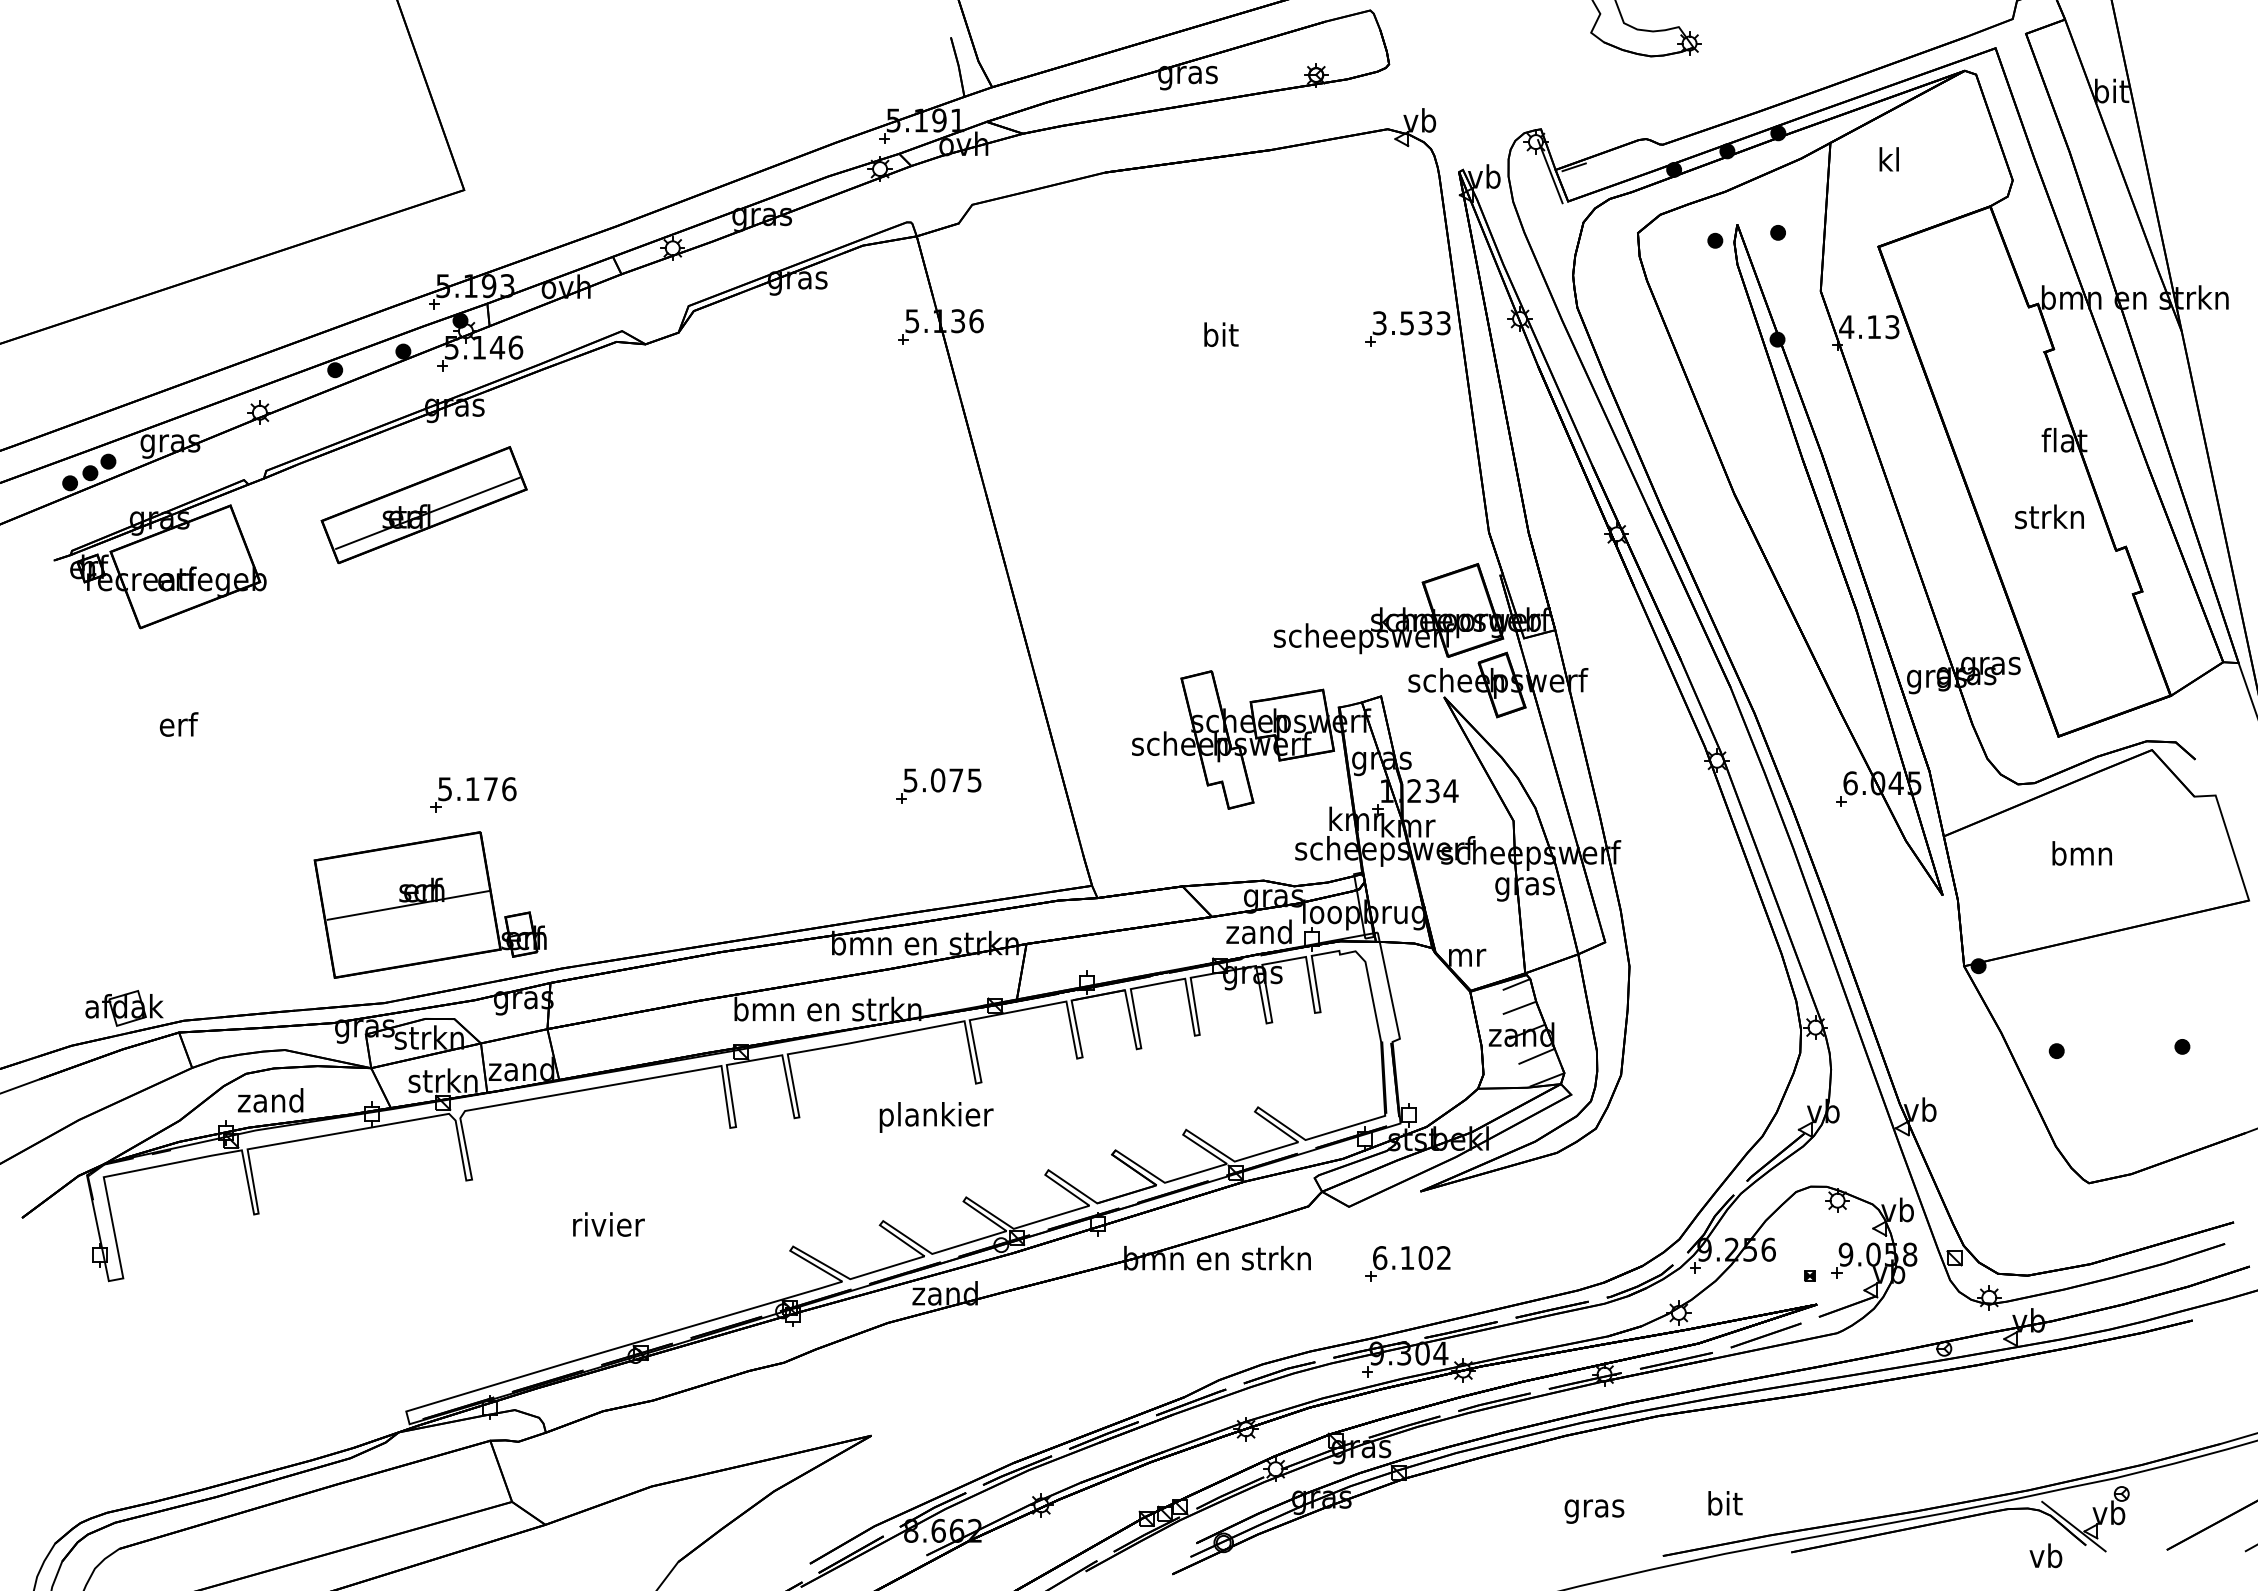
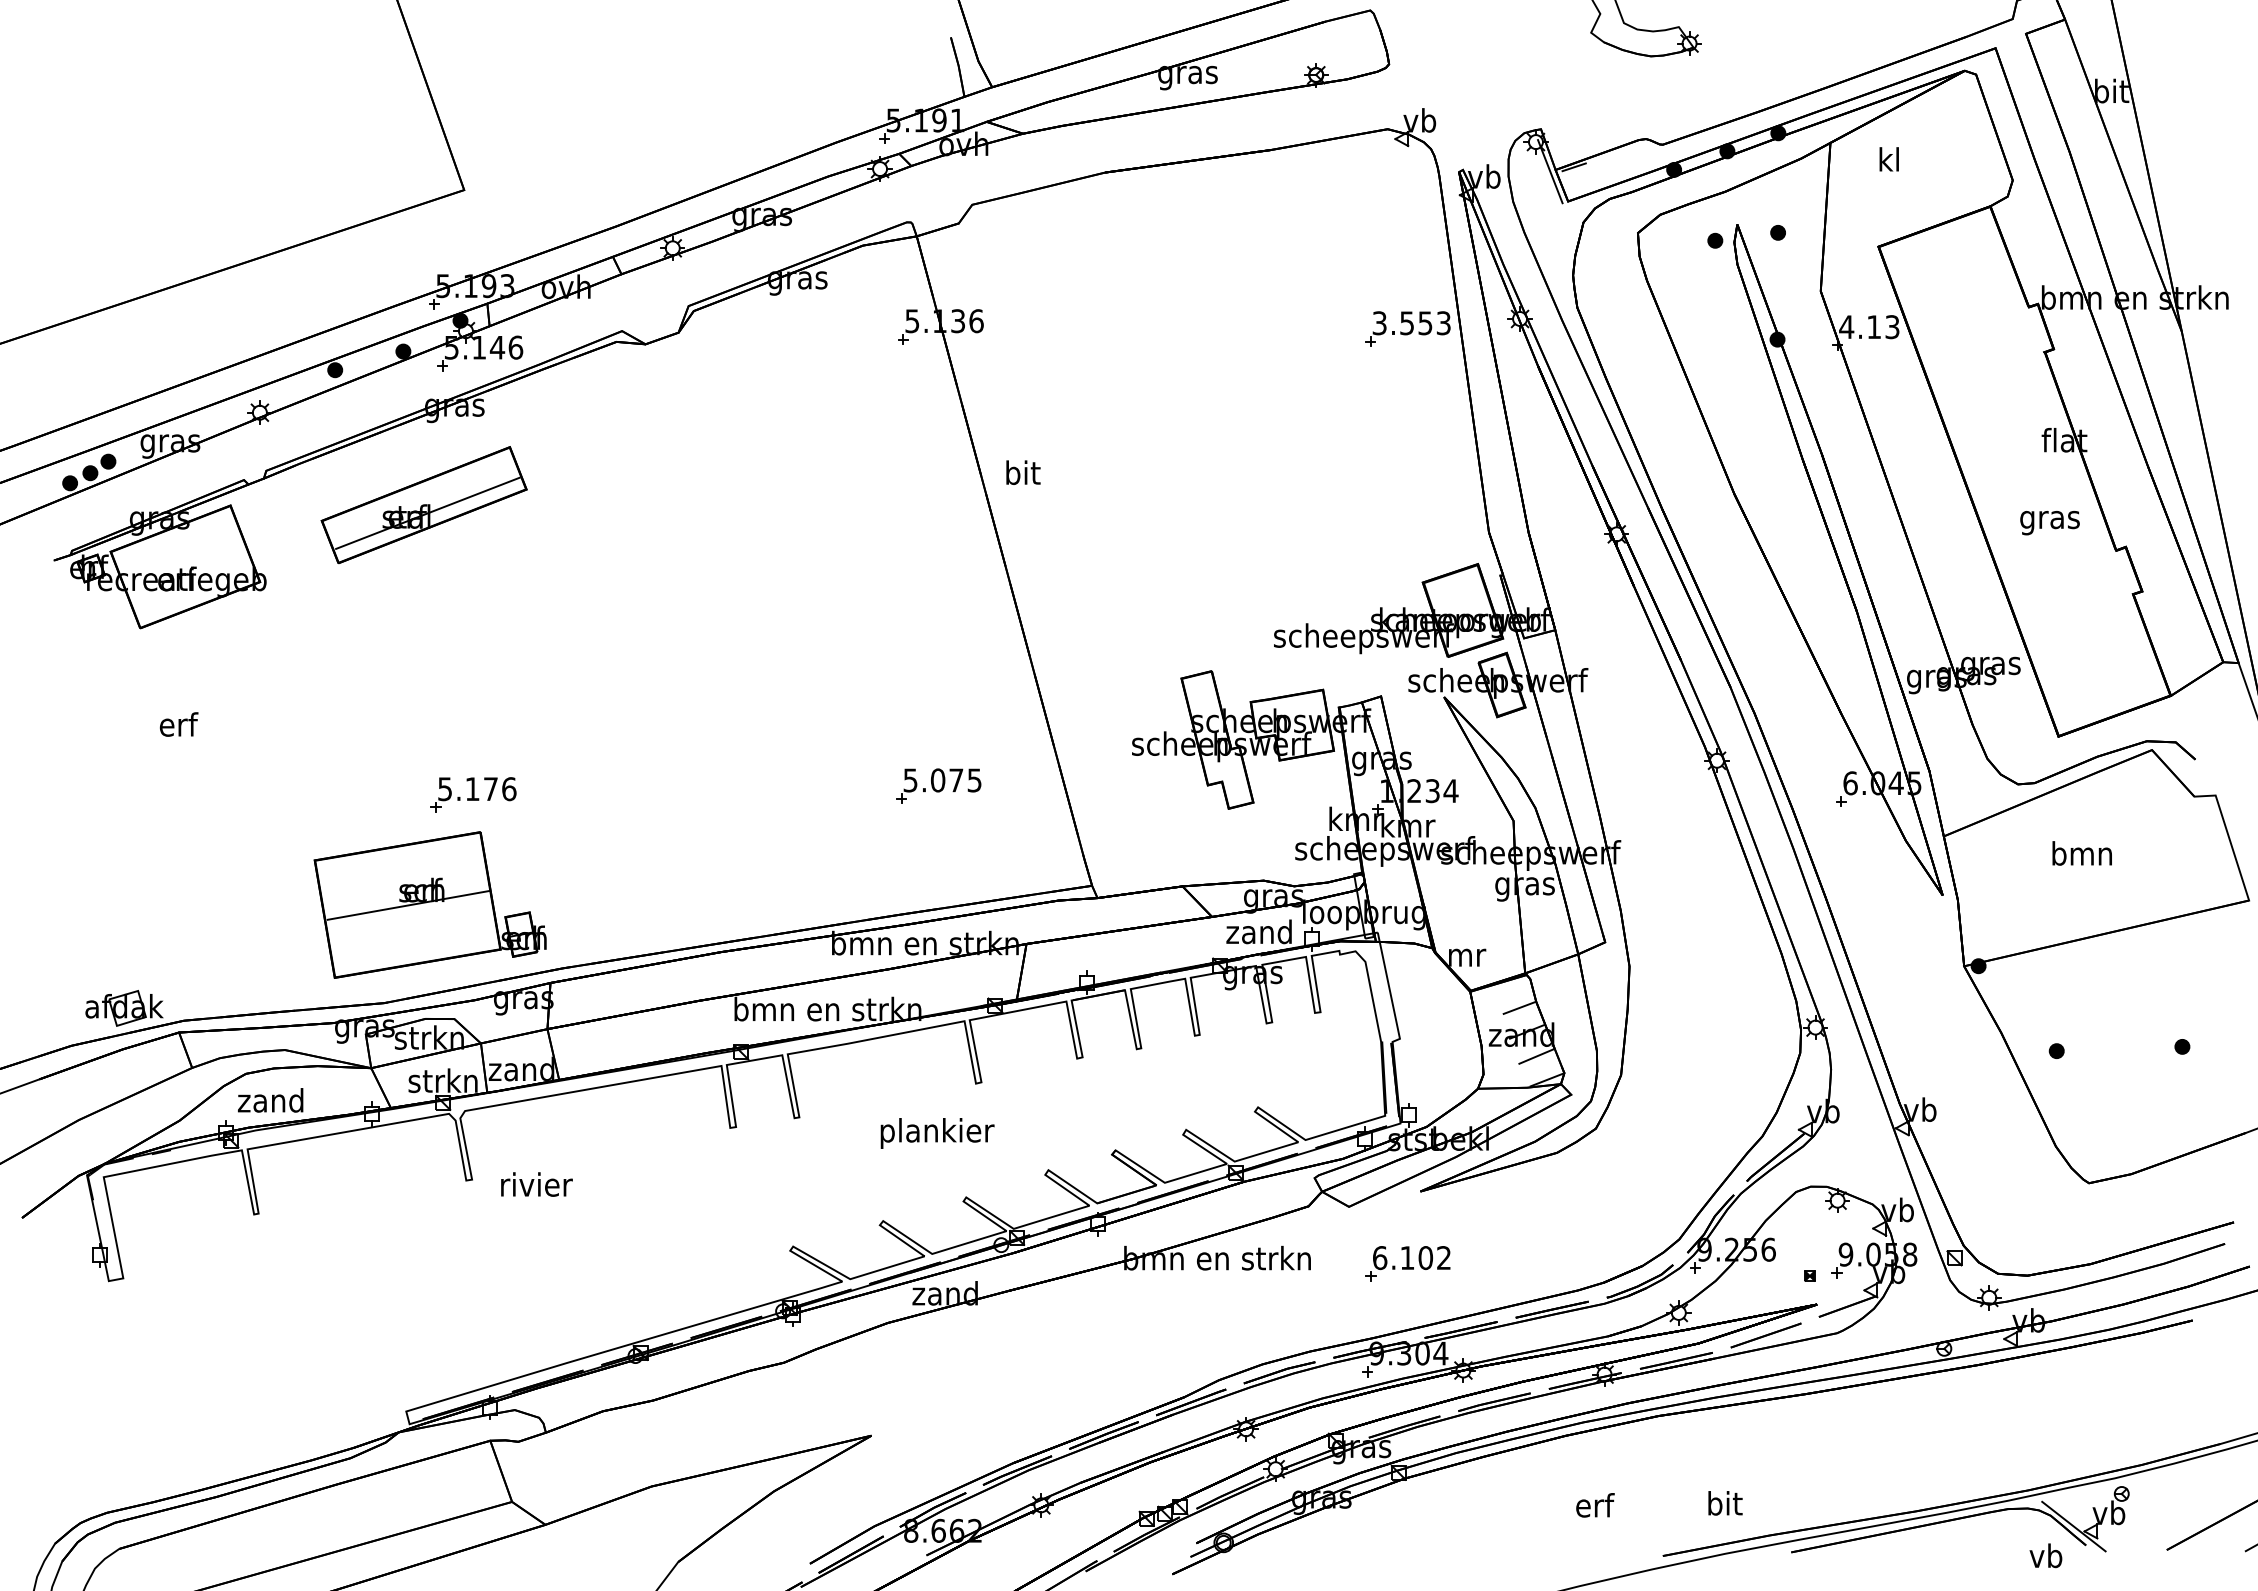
text at (1425, 322): 3.533 -> 3.553
text at (1221, 334) position: (1221, 334) -> (1023, 472)
text at (2049, 519): strkn -> gras
line at (1516, 984): present -> none
text at (936, 1117) position: (936, 1117) -> (937, 1133)
text at (608, 1224) position: (608, 1224) -> (536, 1184)
text at (1594, 1508): gras -> erf
